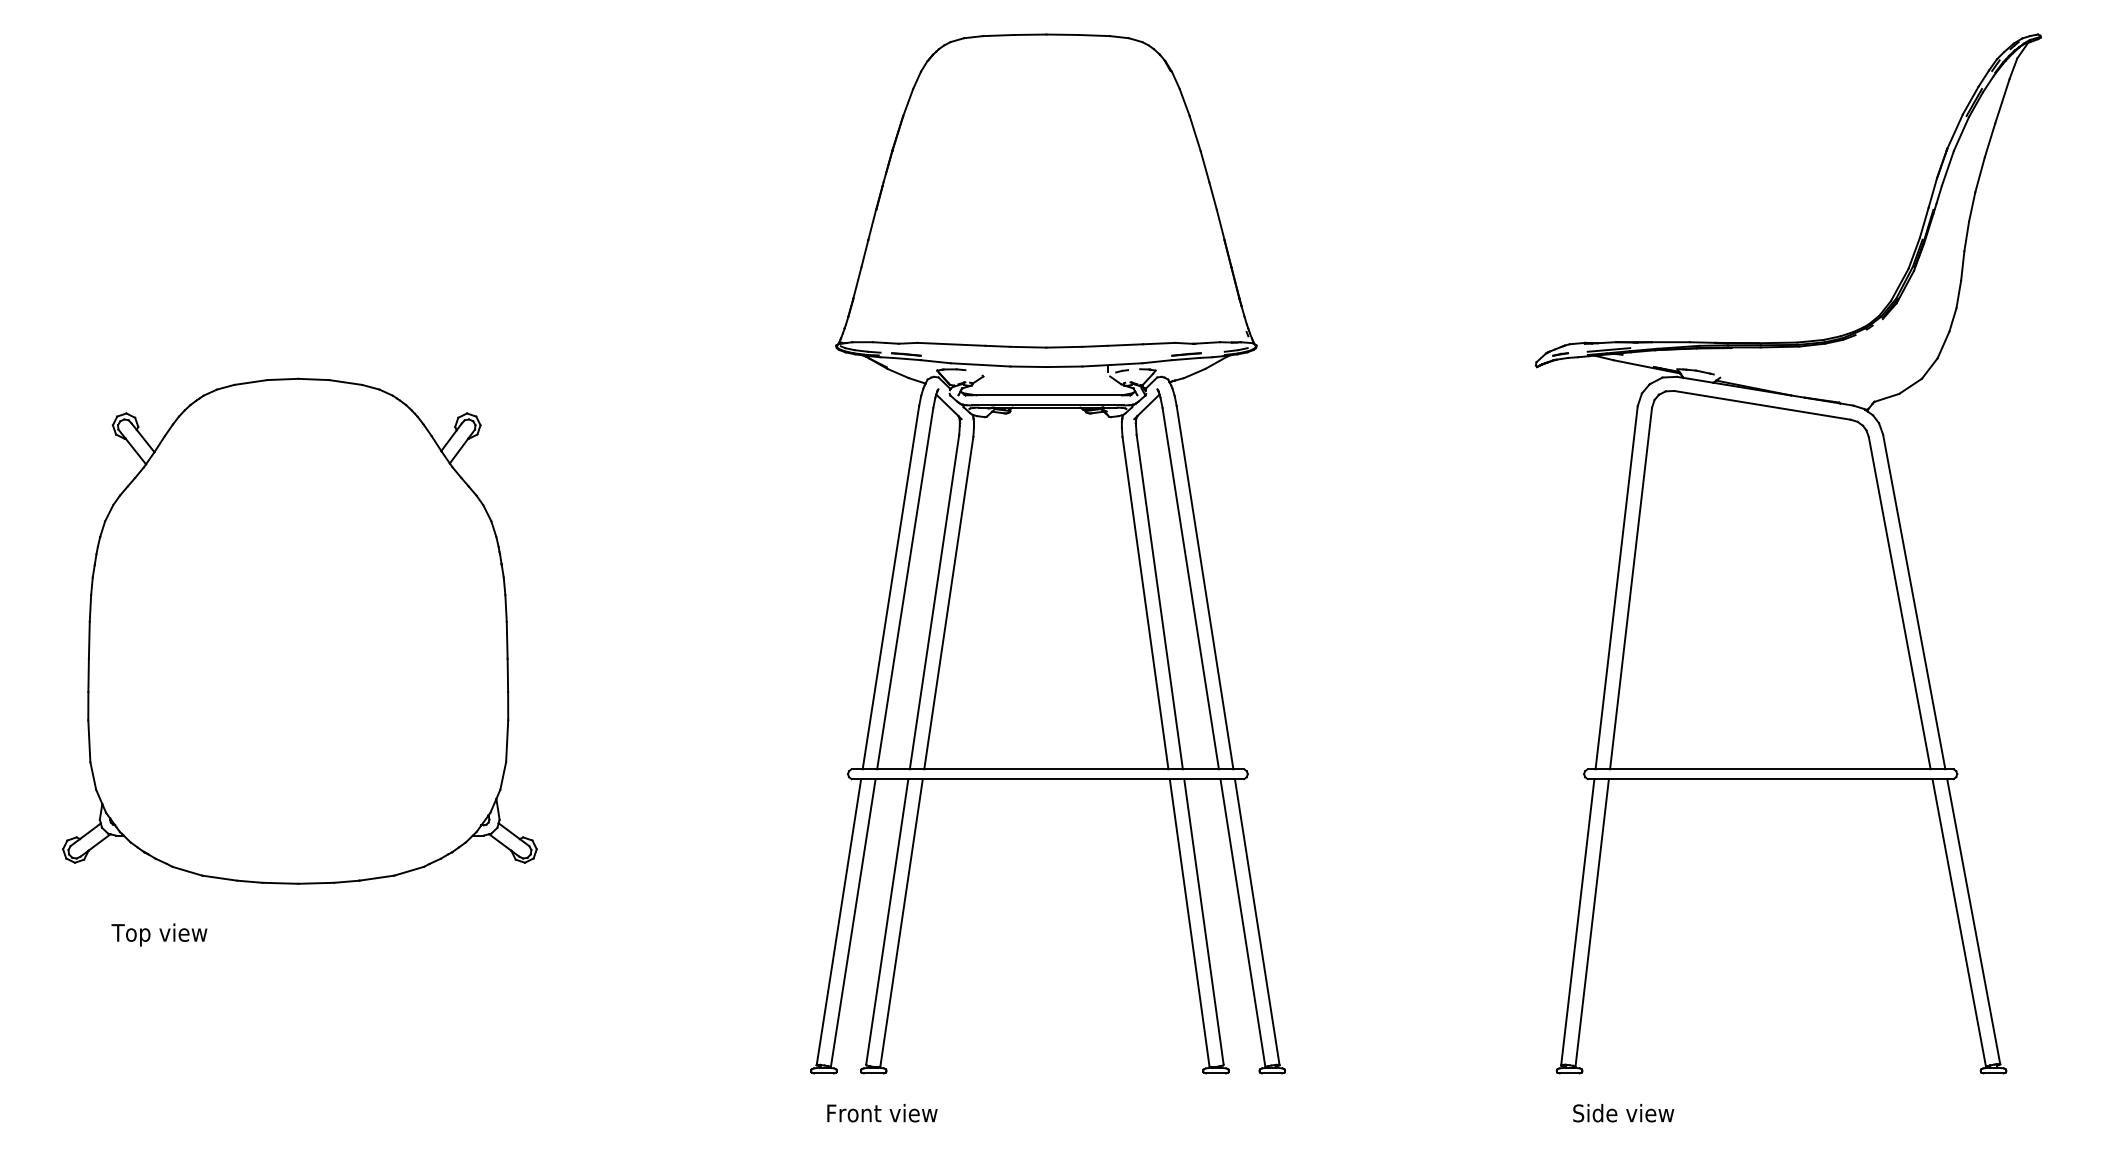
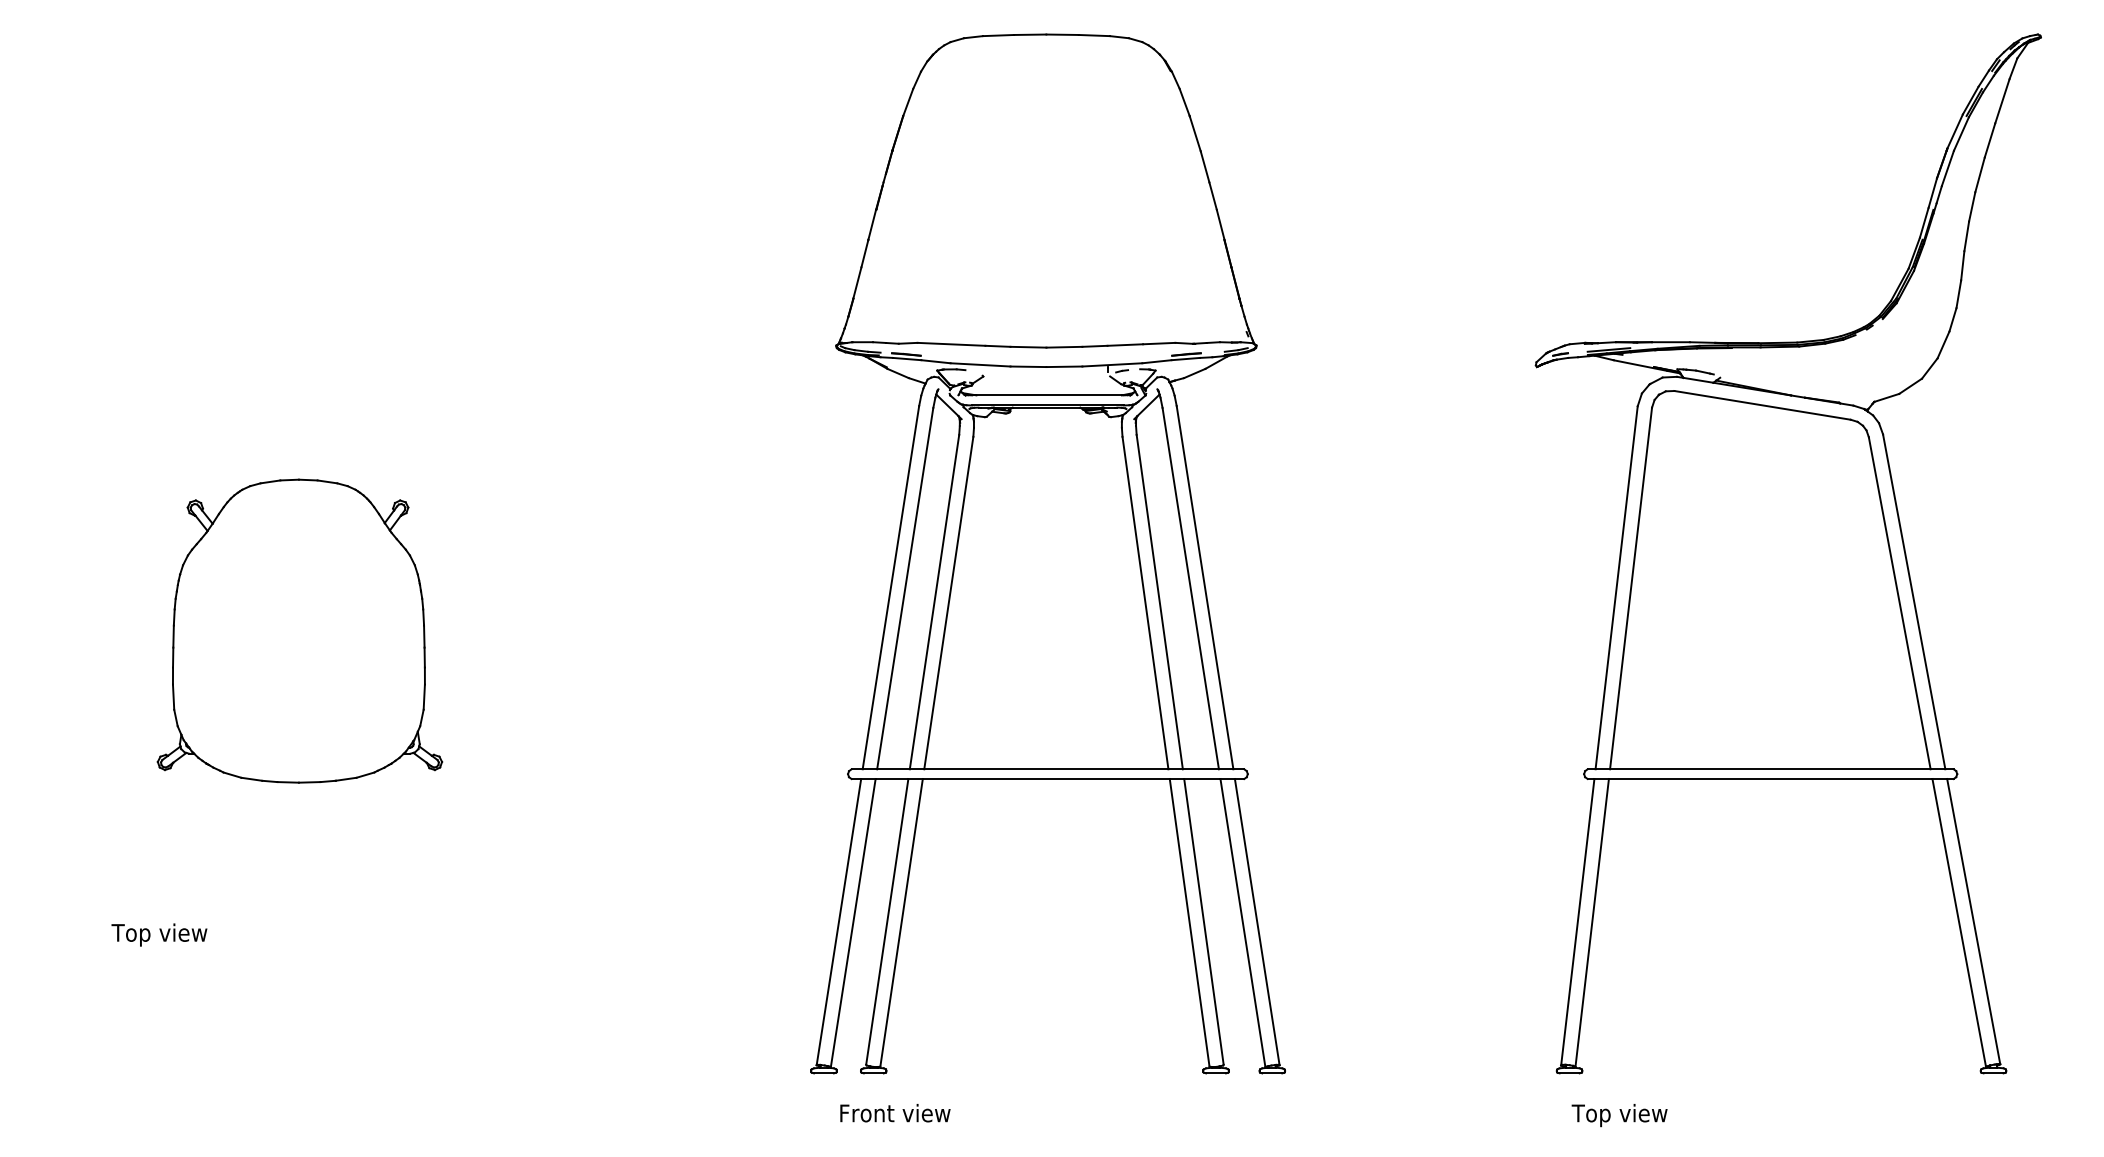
part at (299, 630) size: 476x508 px -> 288x306 px
text at (882, 1113) position: (882, 1113) -> (895, 1113)
text at (1622, 1115): Side view -> Top view
